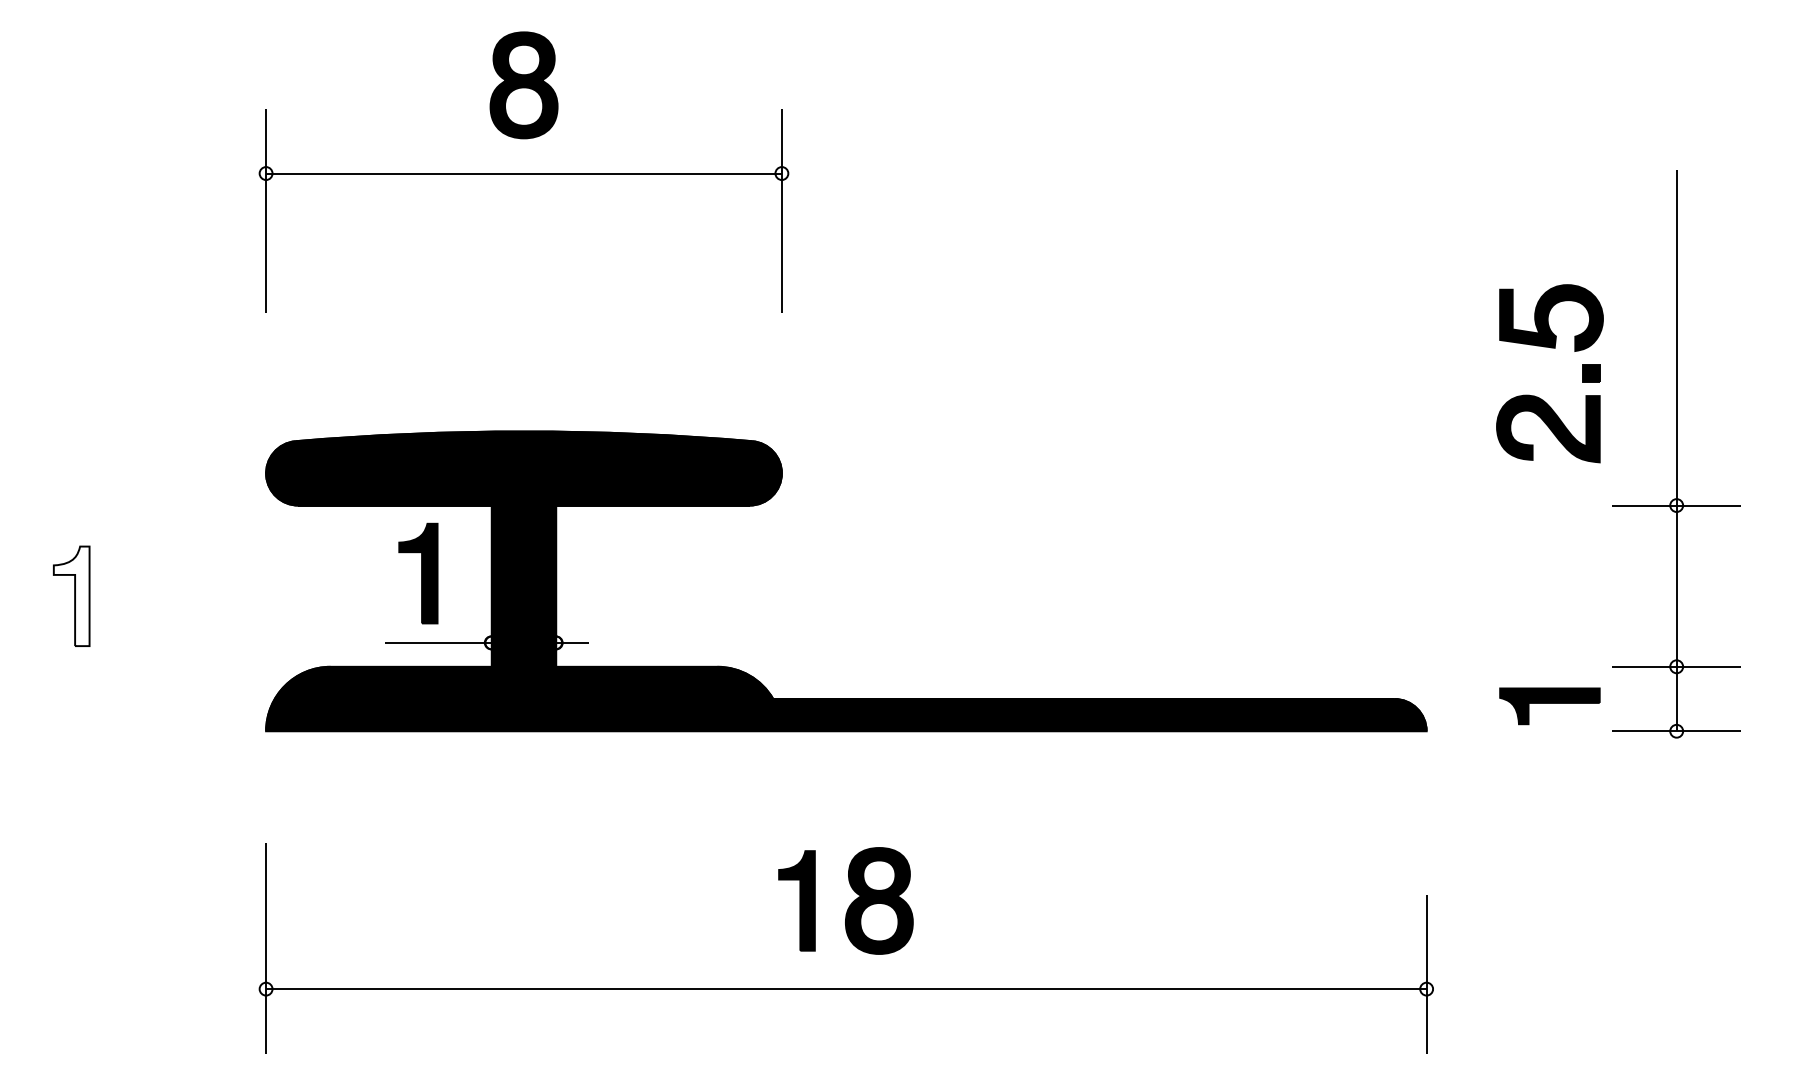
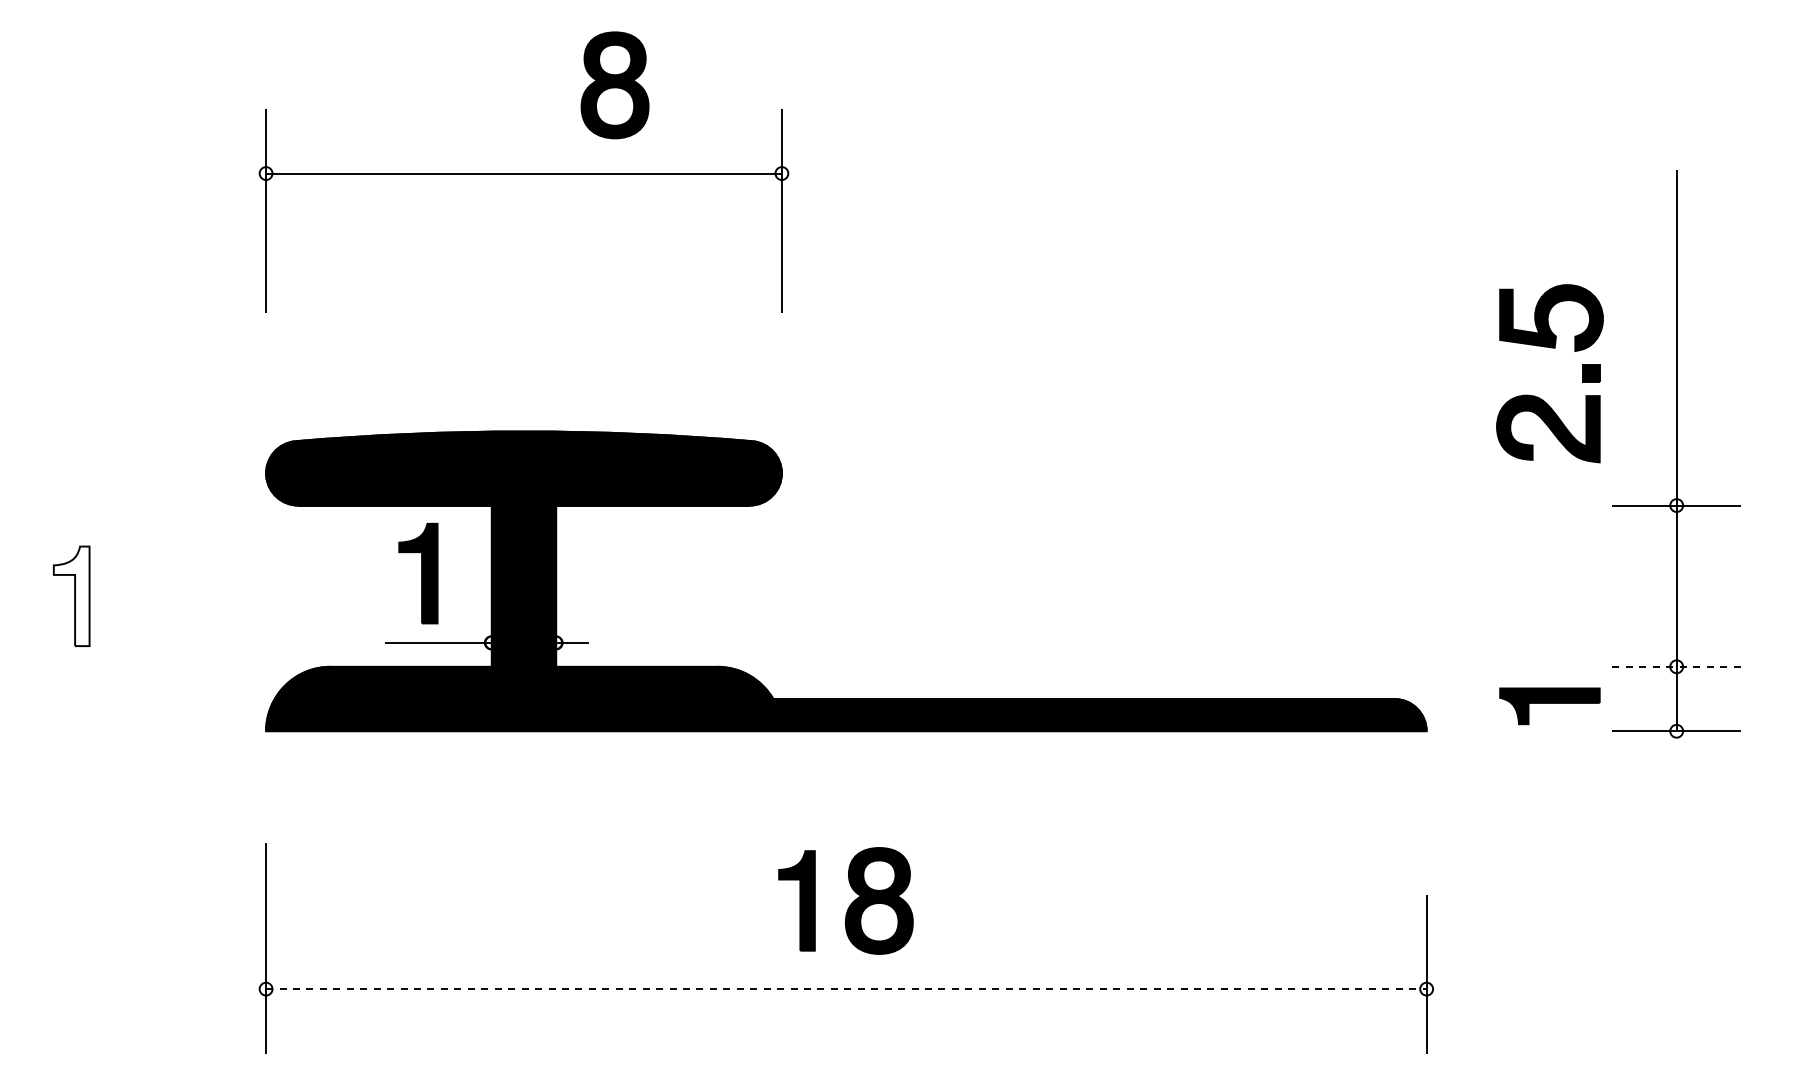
part at (523, 85) position: (523, 85) -> (614, 85)
line at (1677, 666): solid -> dashed
line at (846, 989): solid -> dashed
